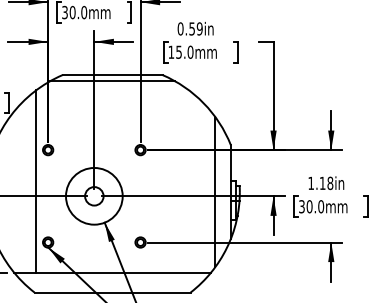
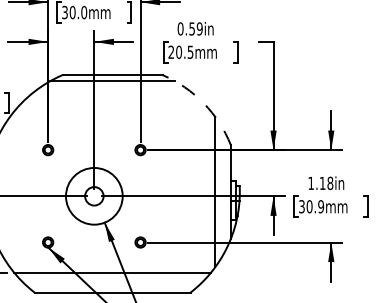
text at (180, 51): 15.0mm -> 20.5mm
arc at (203, 103): solid -> dashed
line at (36, 181): present -> none
text at (320, 206): 30.0mm -> 30.9mm
